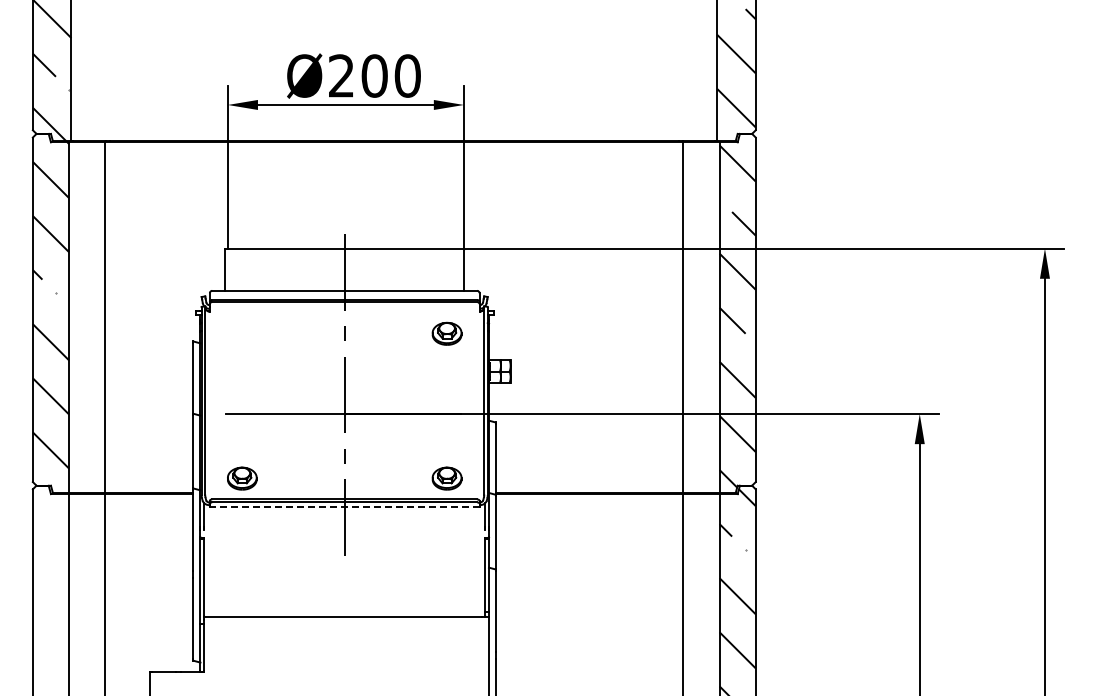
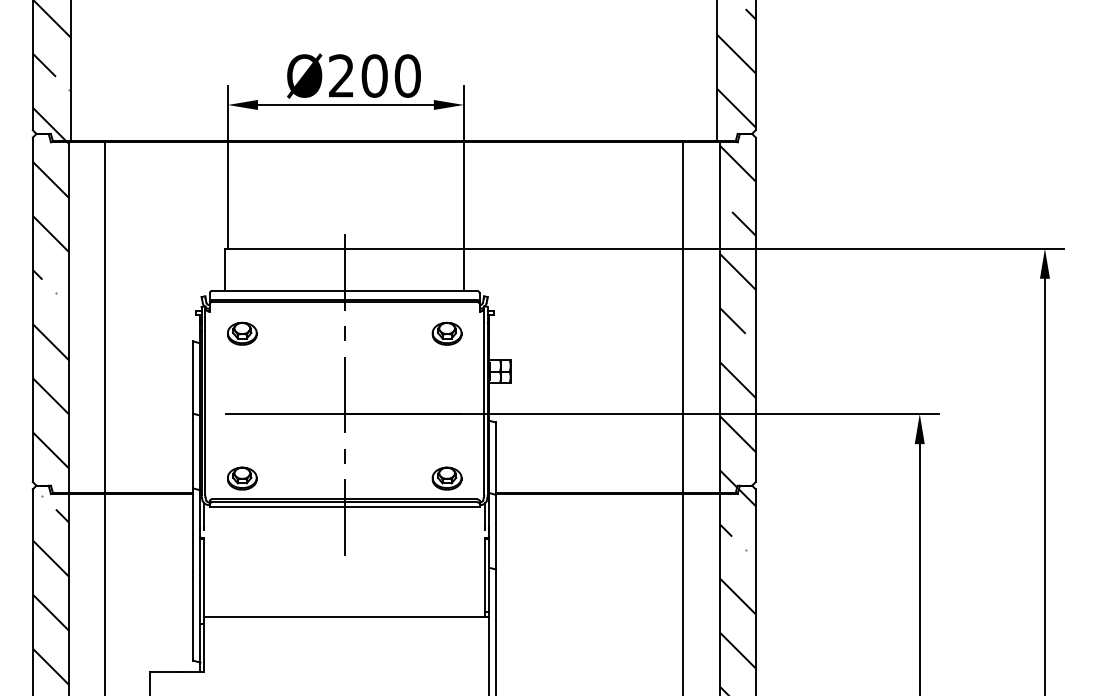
part at (242, 333): none -> present
line at (344, 507): dashed -> solid
hatch at (50, 590): none -> present
